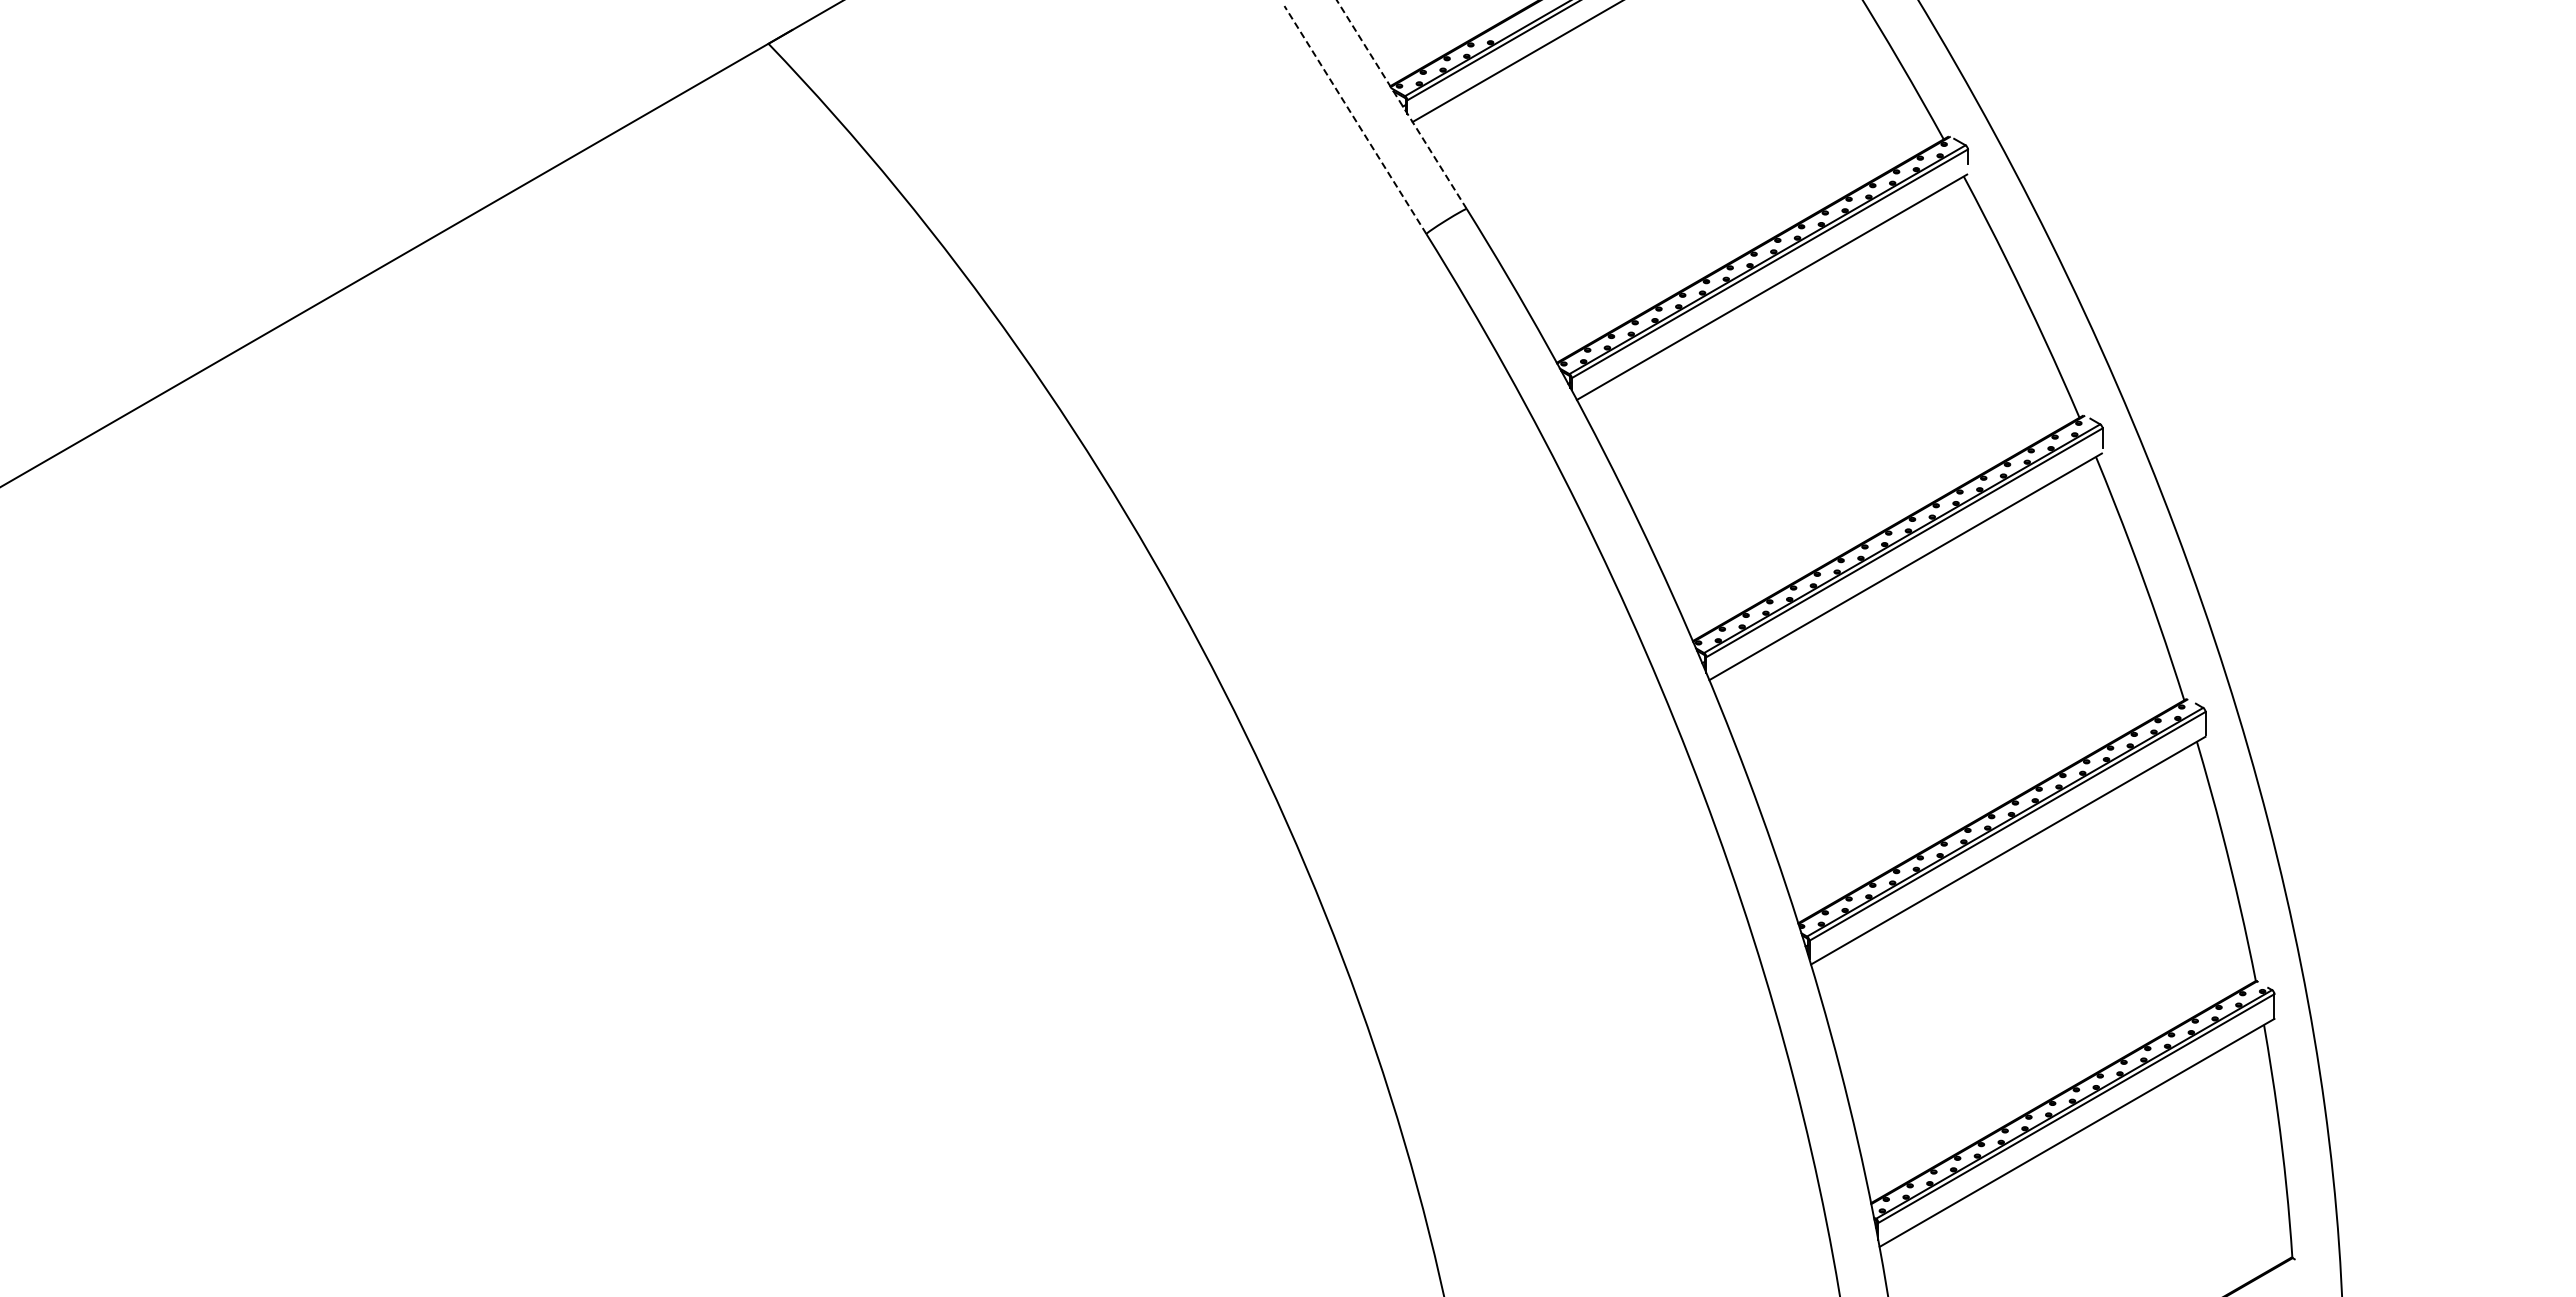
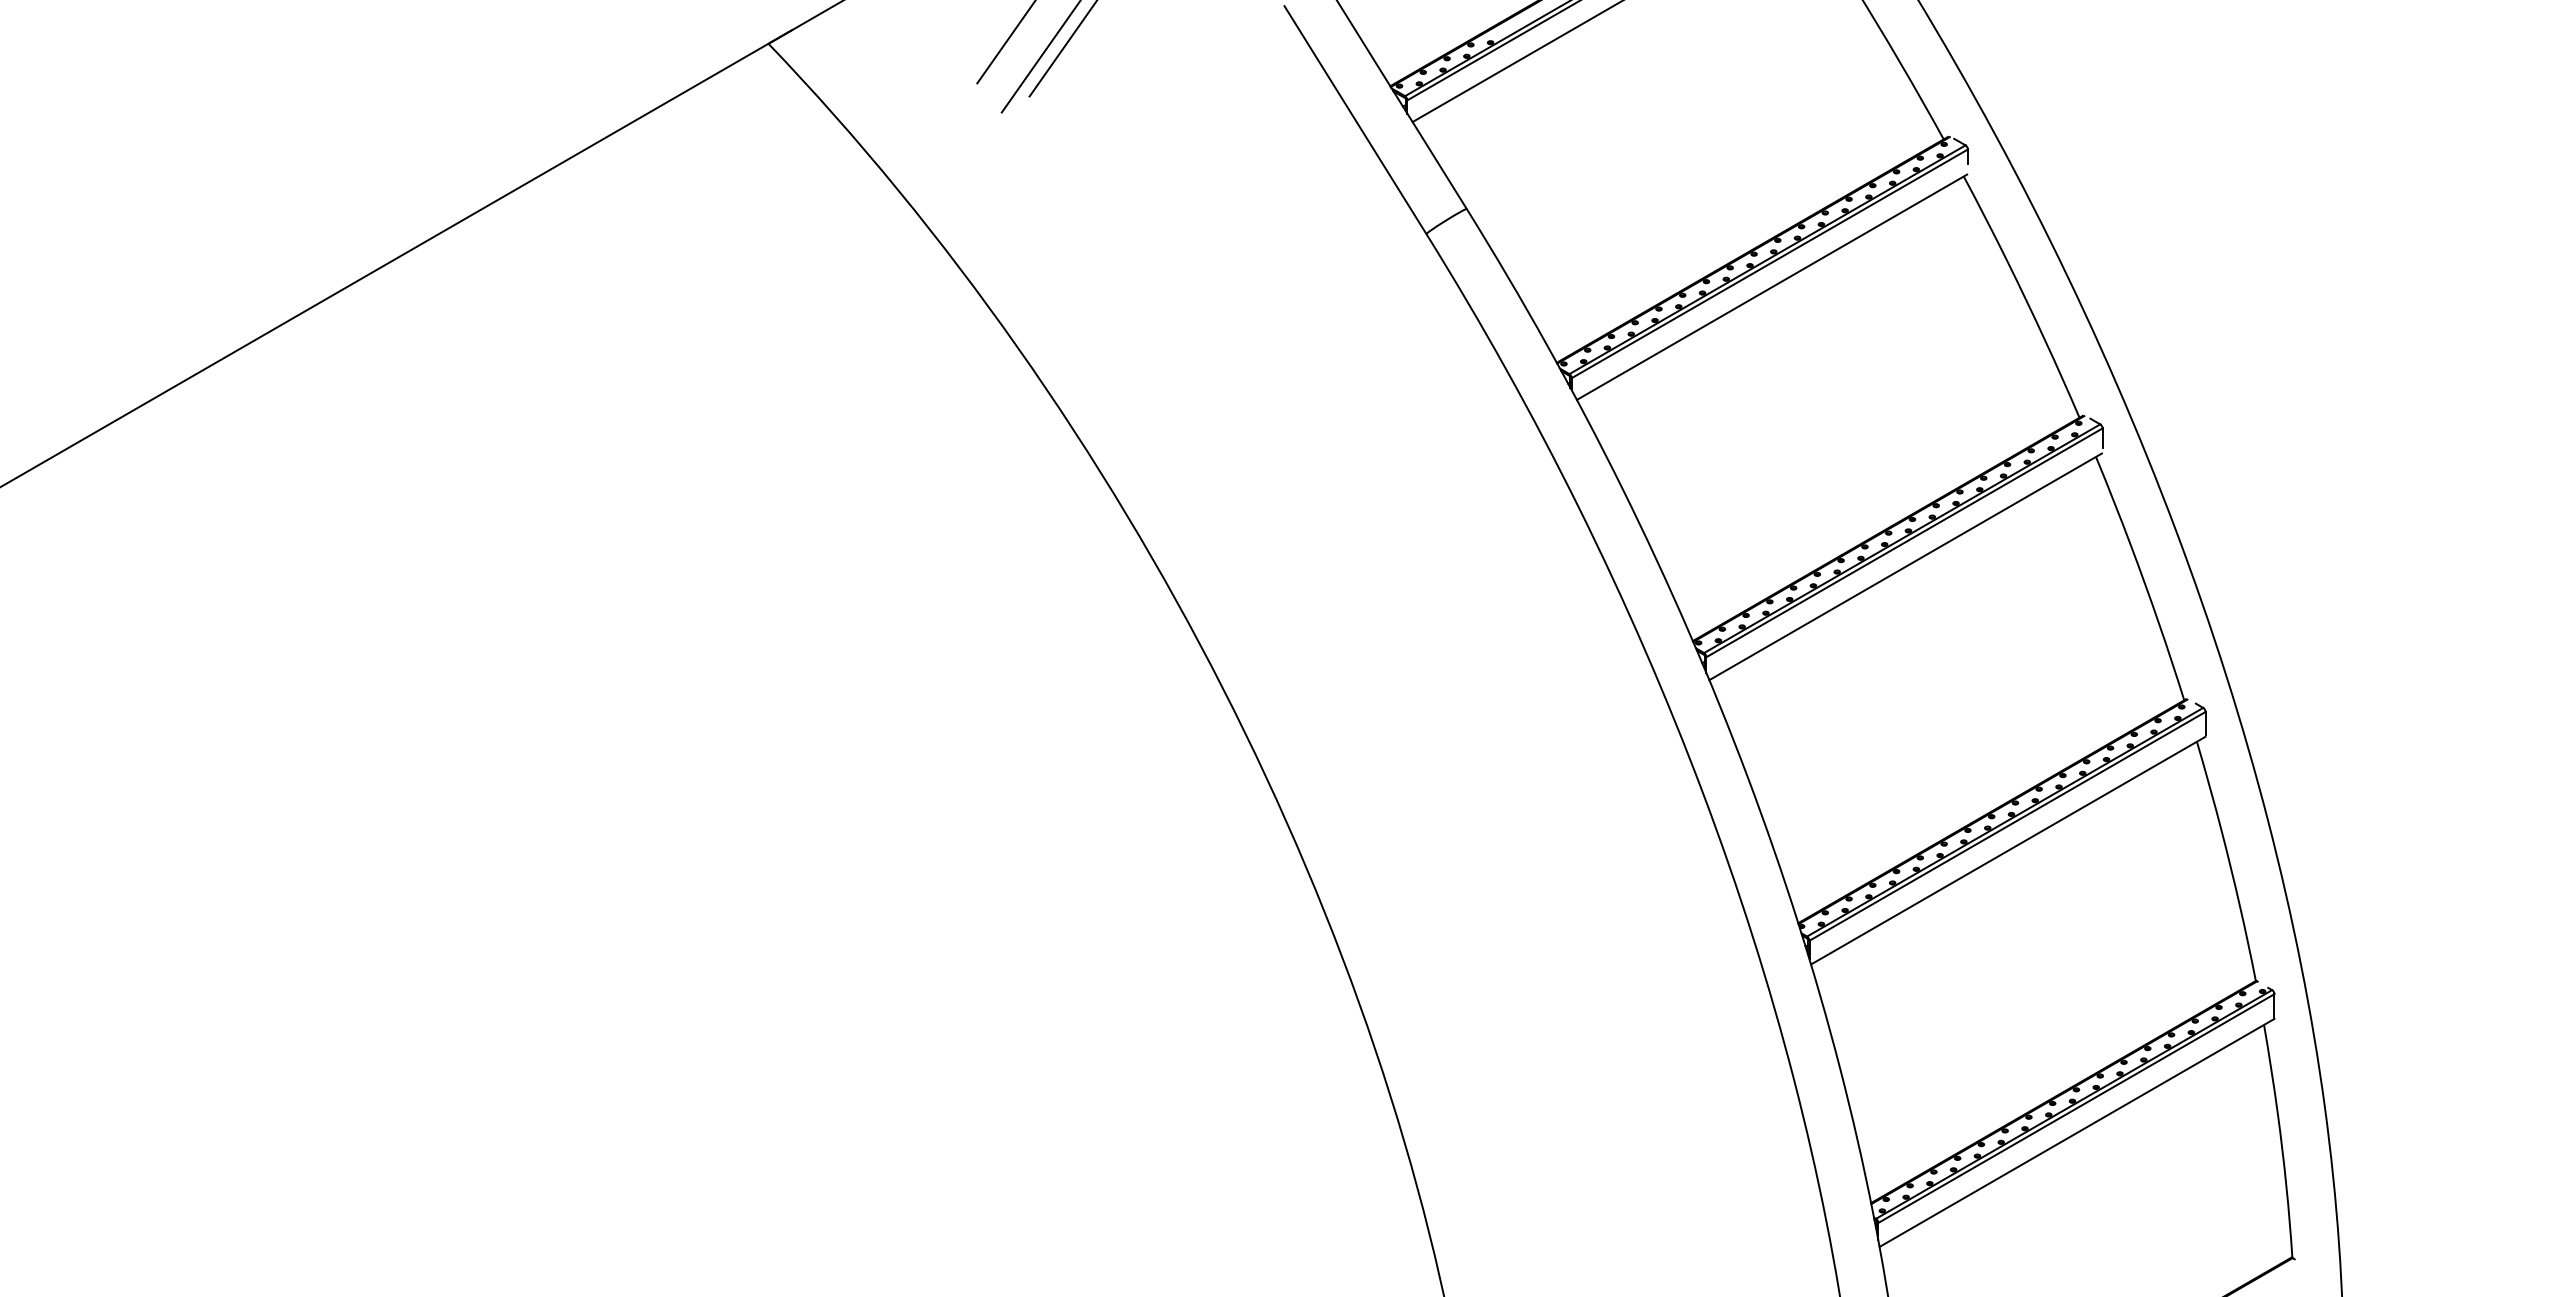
line at (1005, 42): none -> present
line at (1062, 49): none -> present
line at (1040, 57): none -> present
line at (1401, 104): dashed -> solid
line at (1355, 119): dashed -> solid
